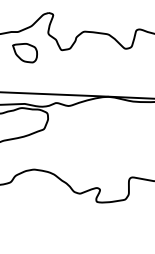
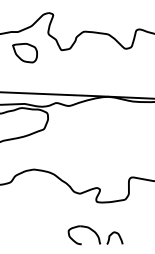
part at (95, 235): none -> present
